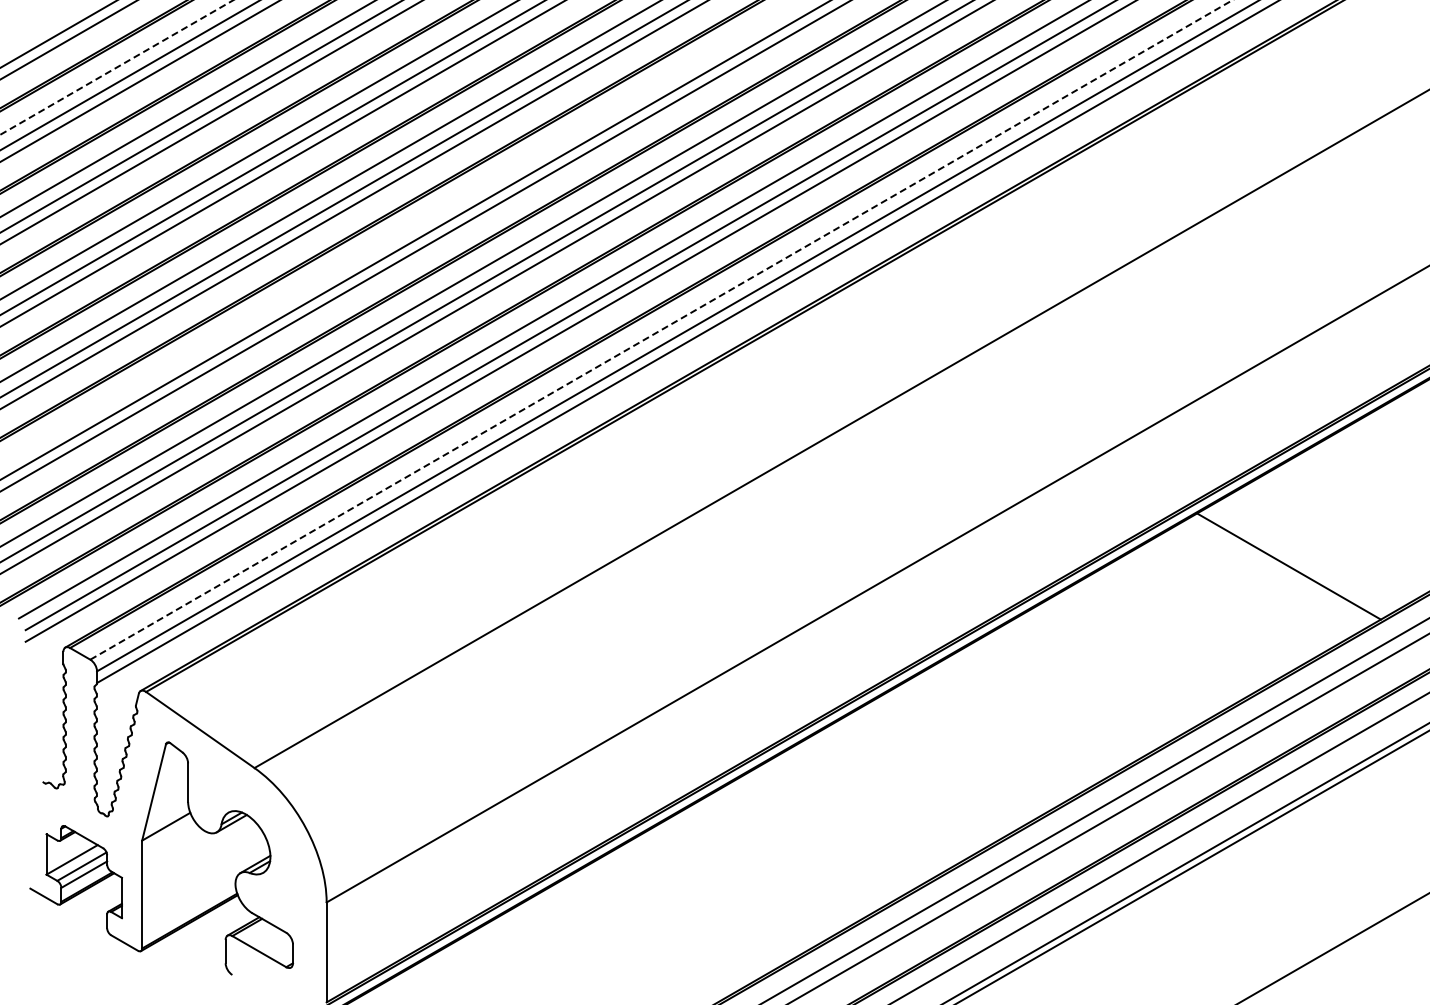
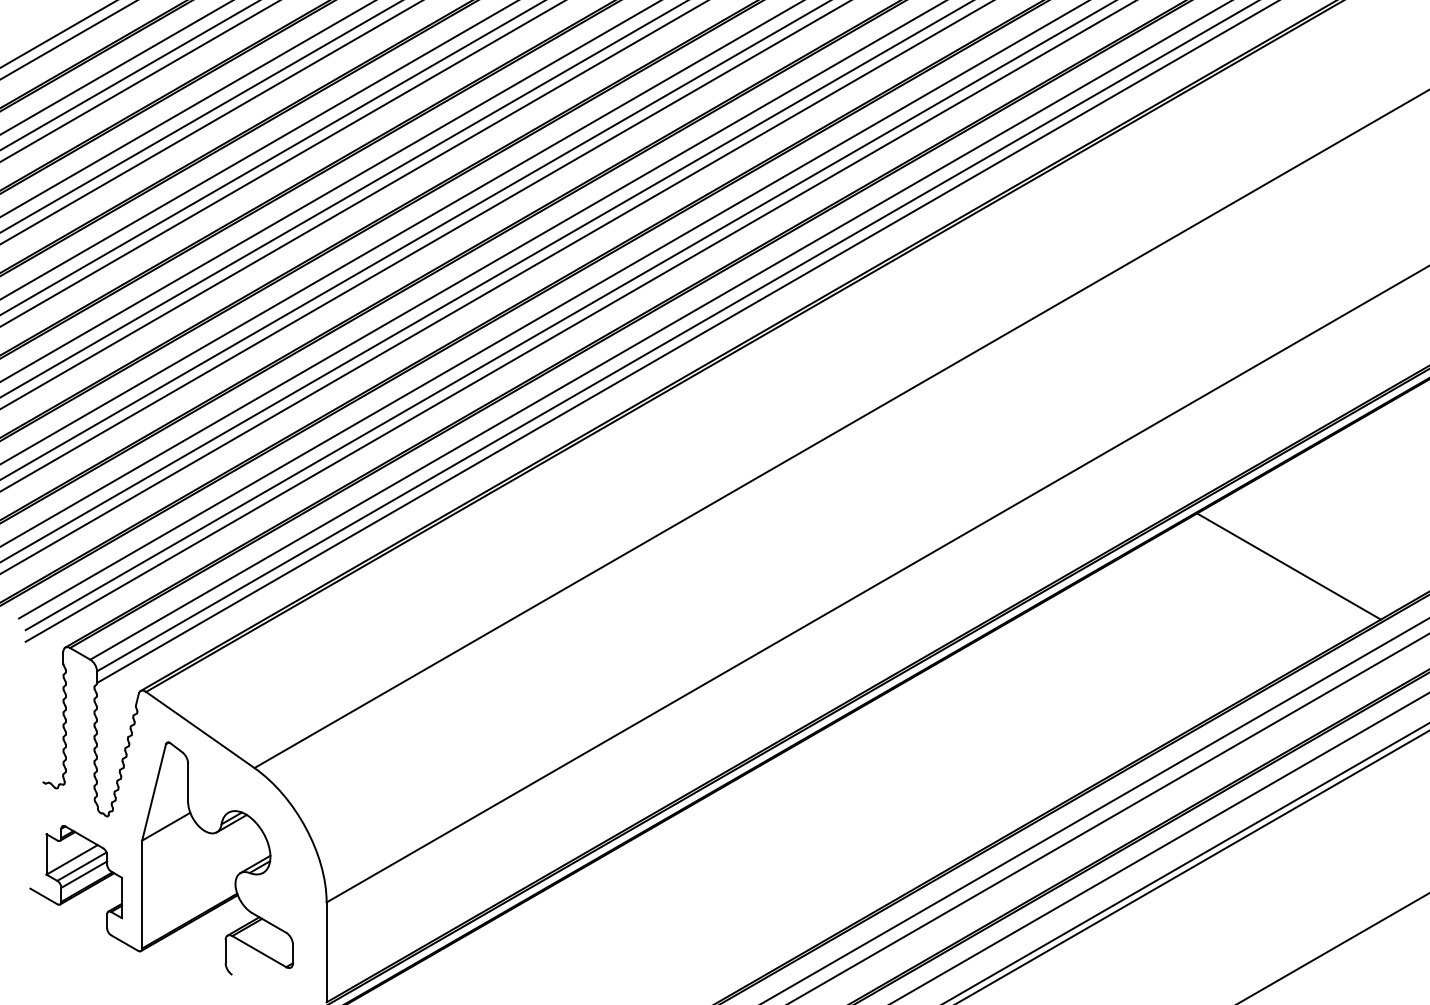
line at (117, 67): dashed -> solid
line at (401, 232): none -> present
line at (661, 329): dashed -> solid
